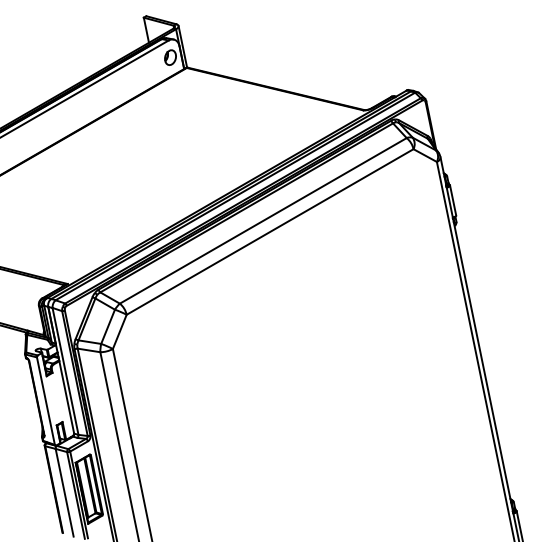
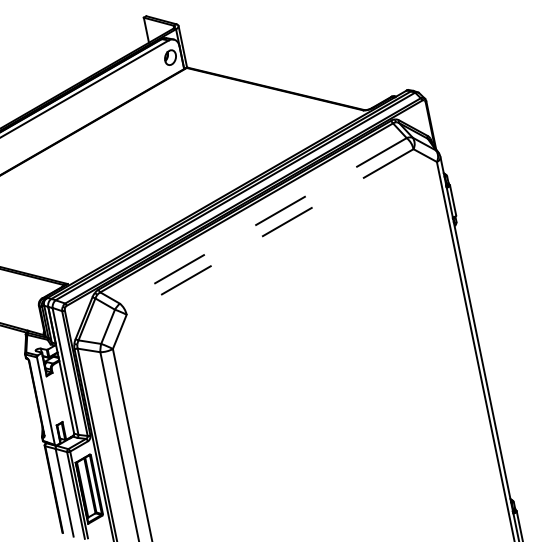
line at (263, 220): solid -> dashed
line at (270, 231): solid -> dashed
